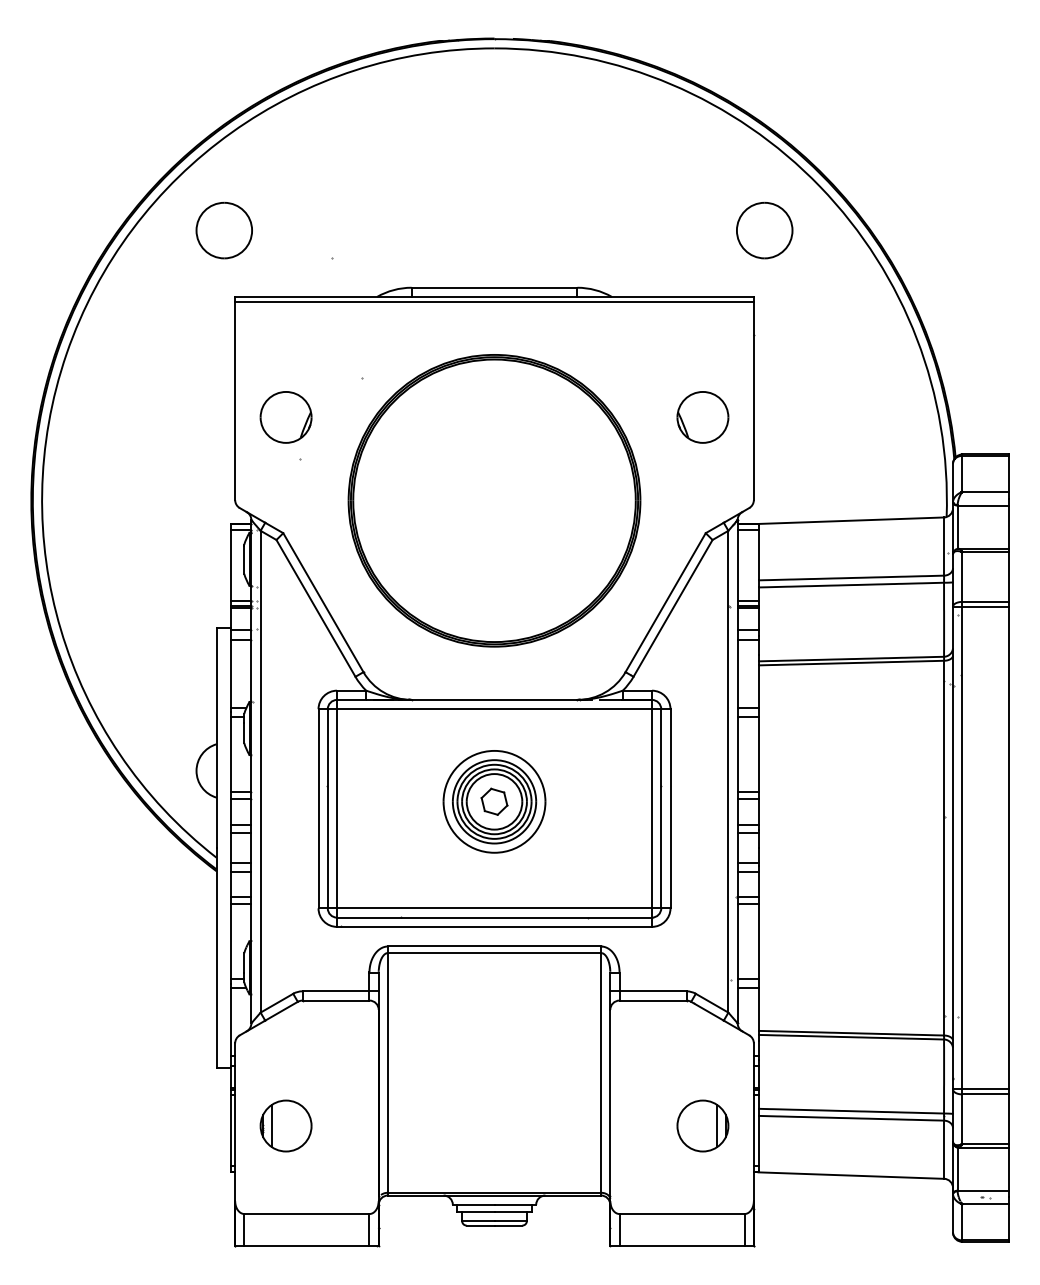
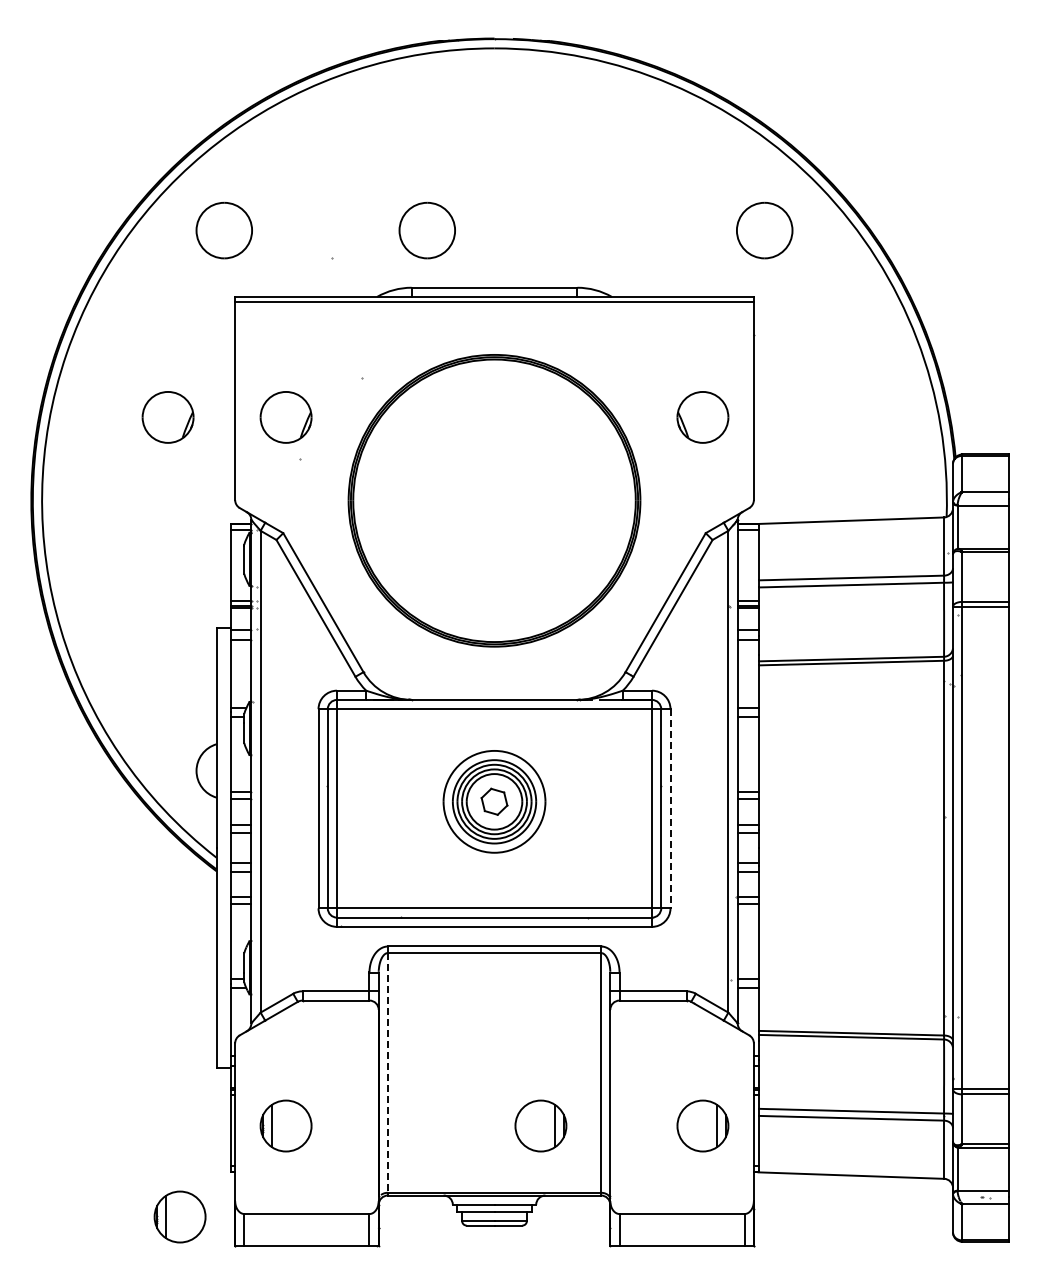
part at (426, 230): none -> present
part at (167, 417): none -> present
line at (670, 808): solid -> dashed
line at (388, 1072): solid -> dashed
part at (540, 1125): none -> present
part at (179, 1216): none -> present
